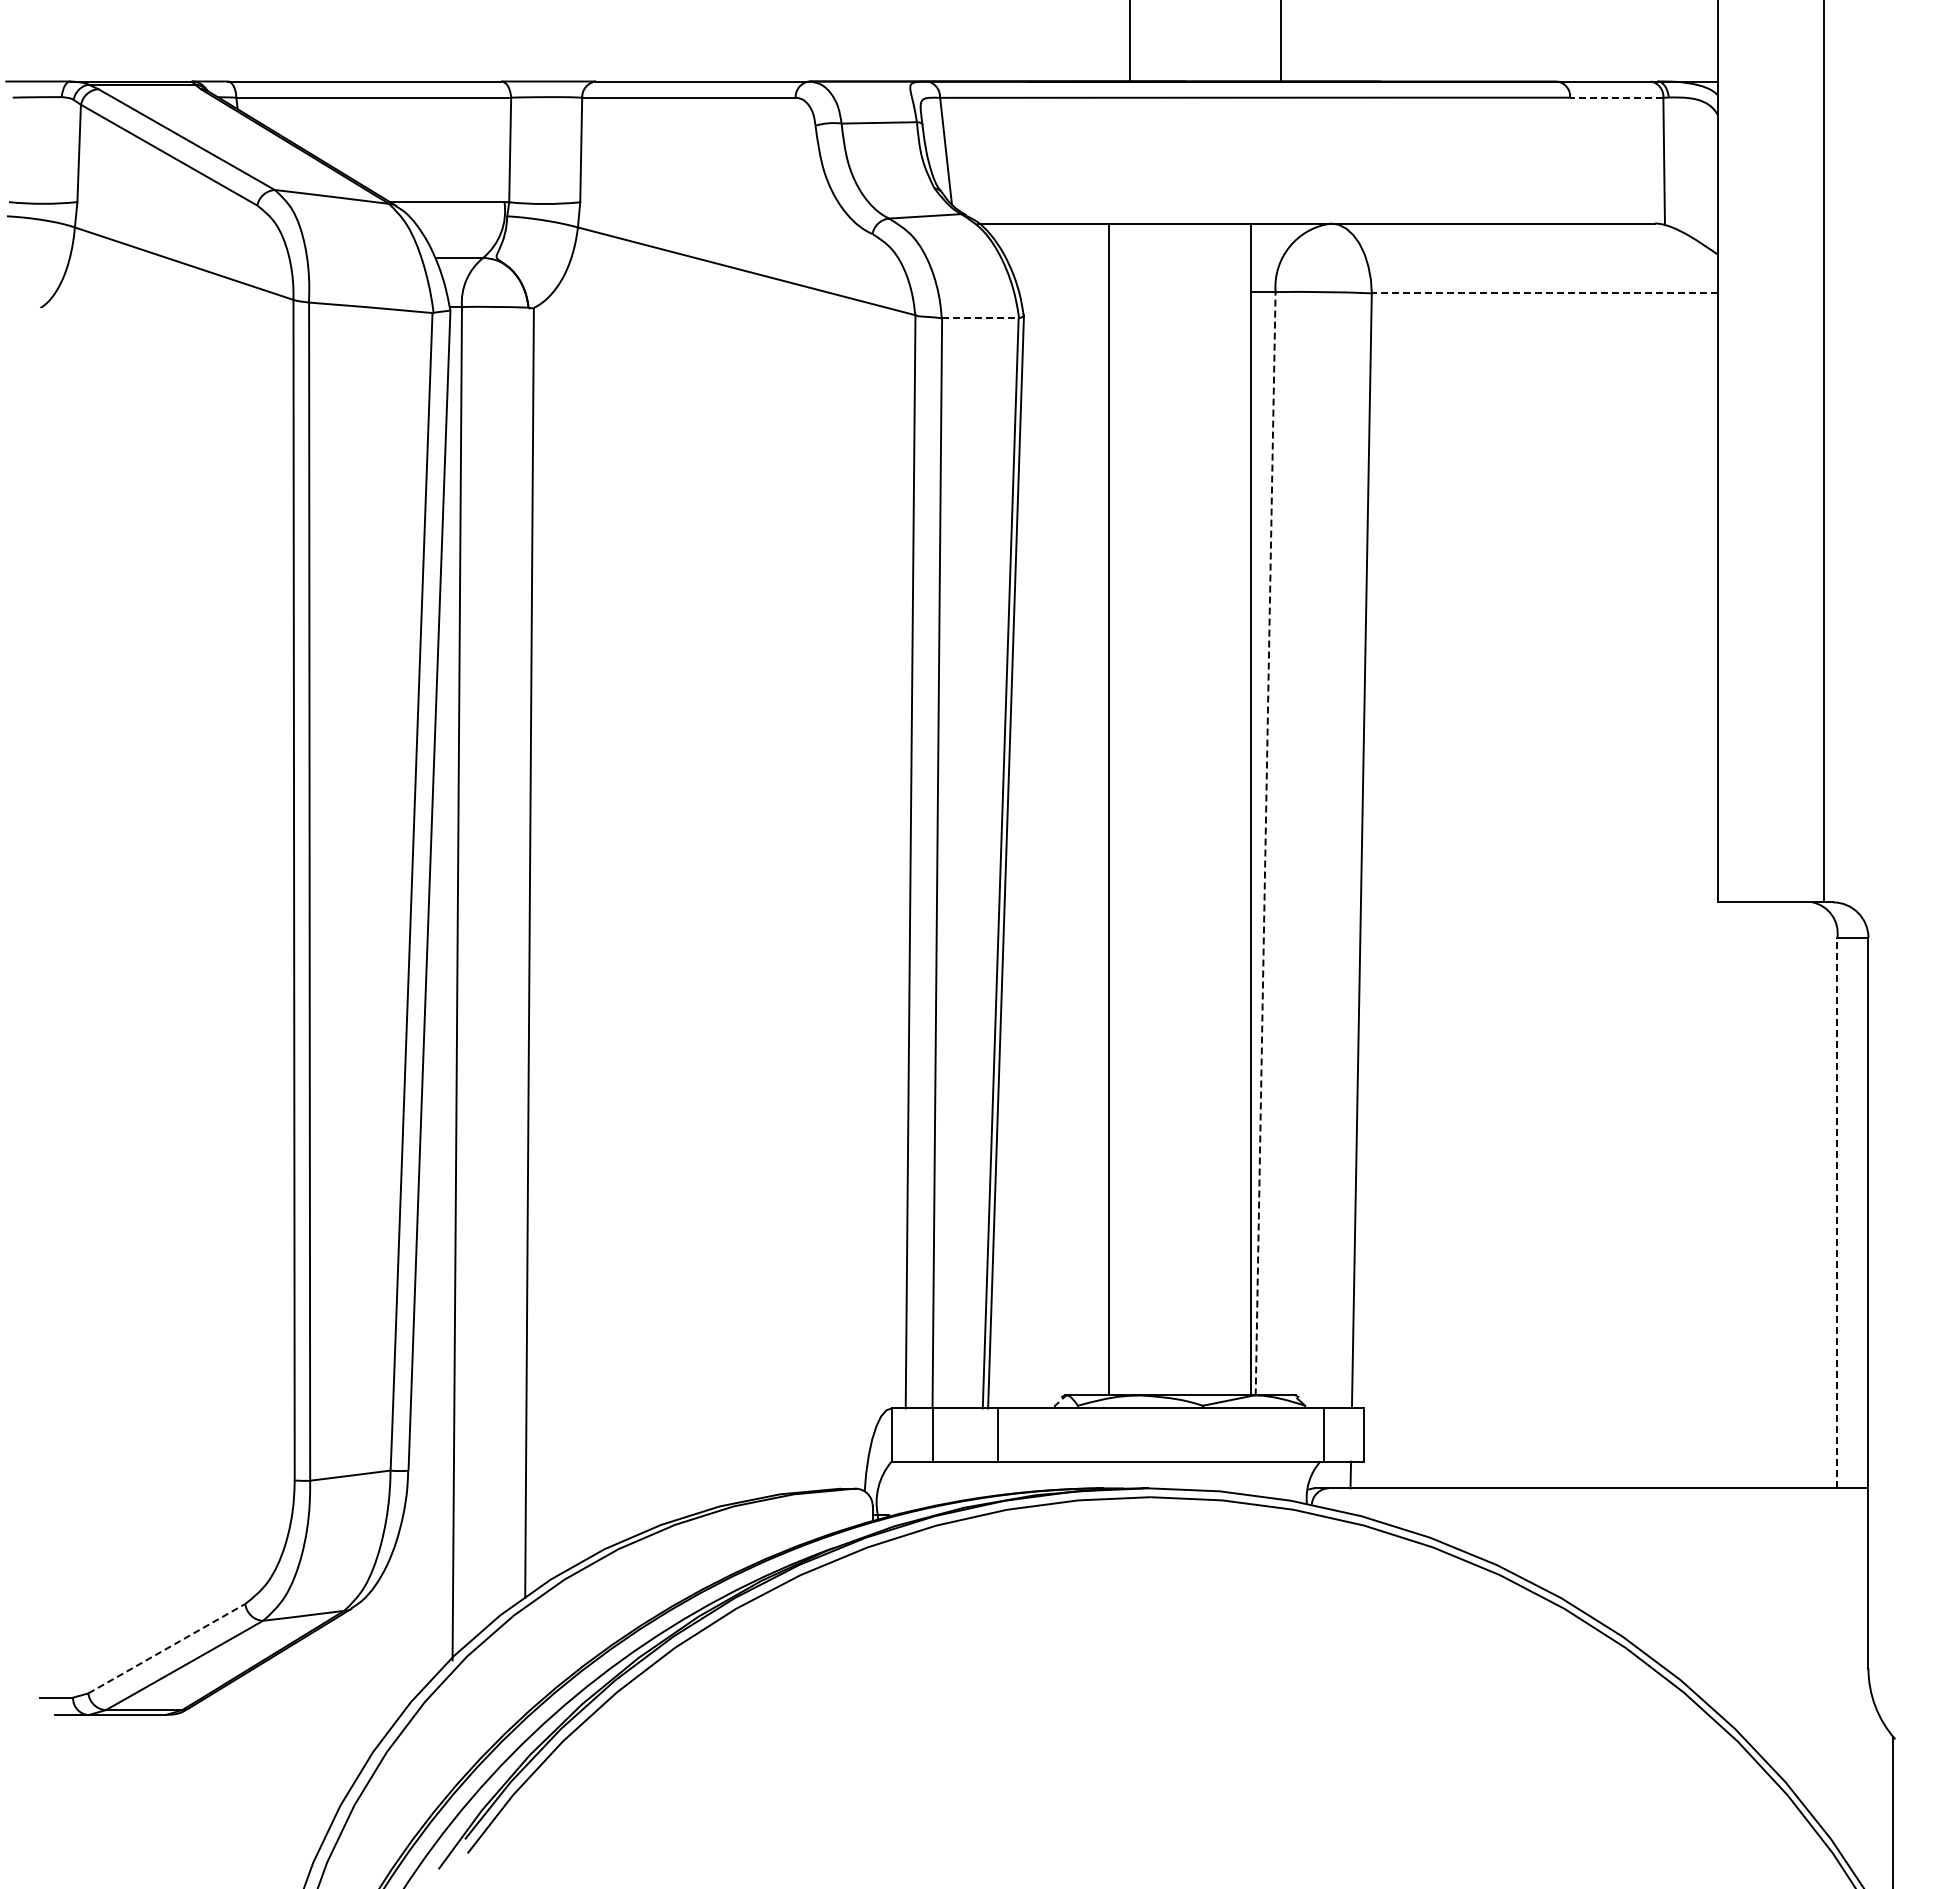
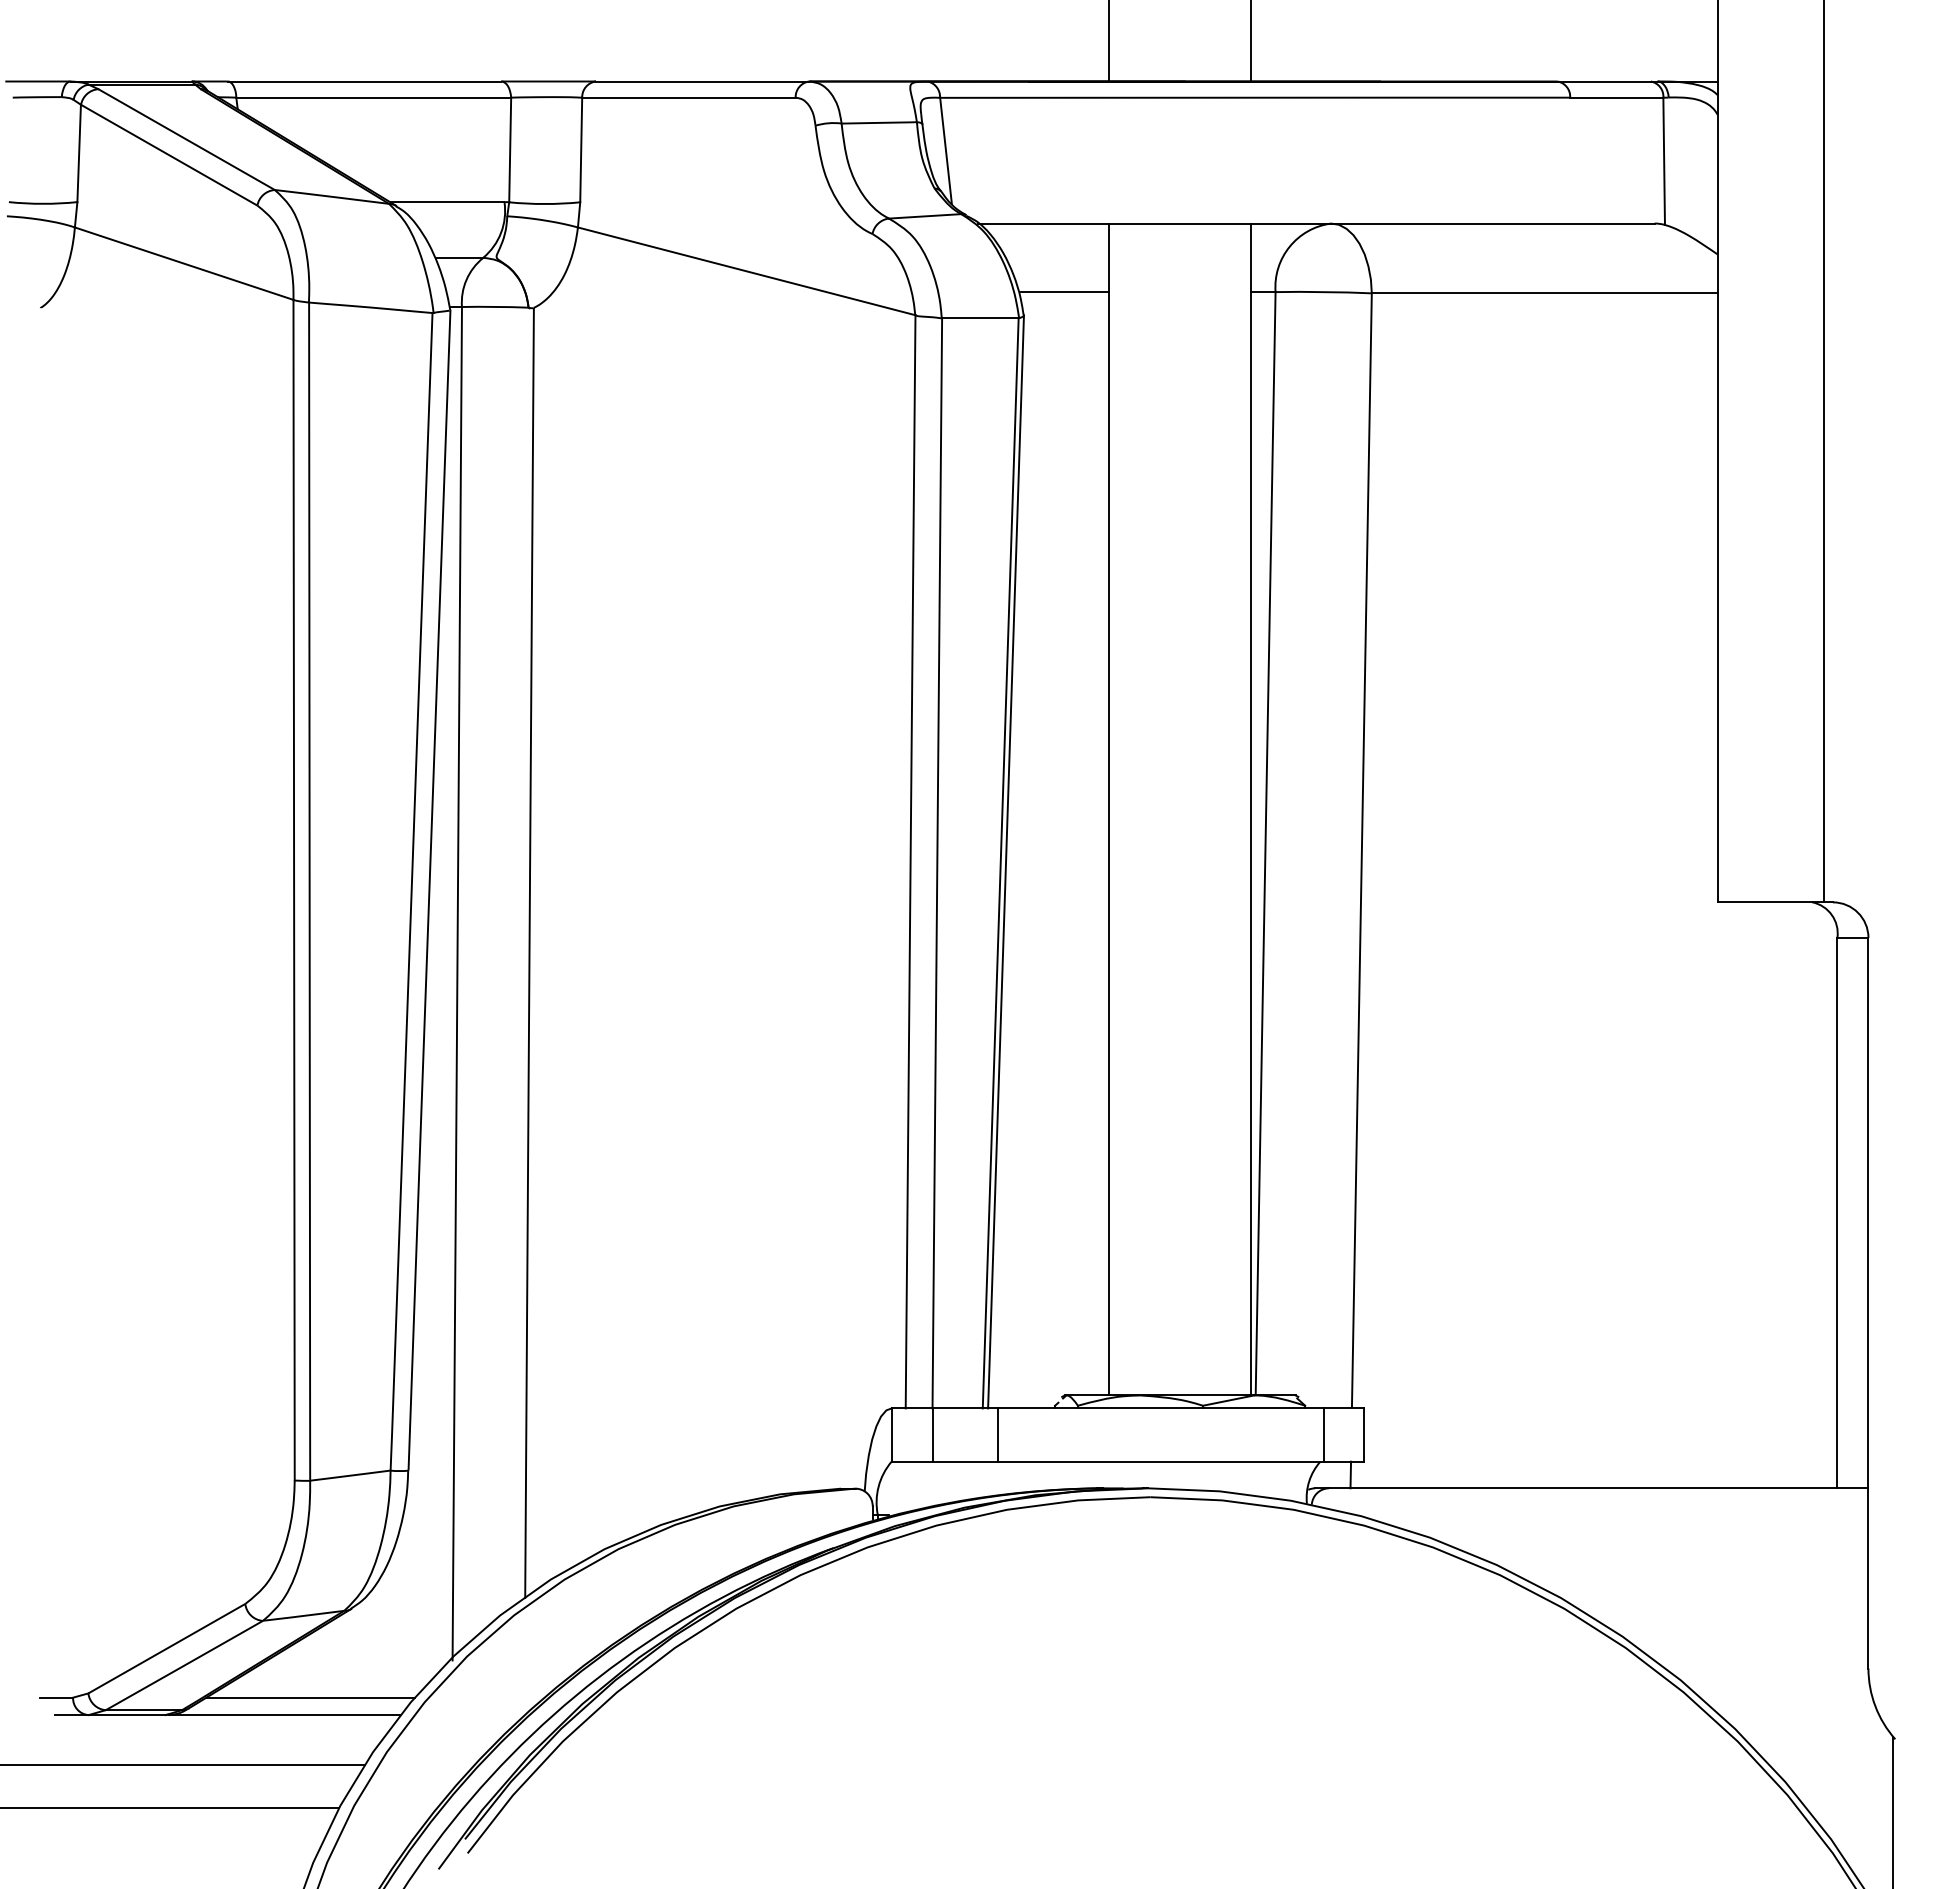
line at (1130, 41) position: (1130, 41) -> (1109, 41)
line at (1281, 41) position: (1281, 41) -> (1251, 41)
line at (1616, 97): dashed -> solid
line at (1064, 292): none -> present
line at (1544, 293): dashed -> solid
line at (980, 318): dashed -> solid
line at (1265, 844): dashed -> solid
line at (1837, 1212): dashed -> solid
line at (166, 1648): dashed -> solid
line at (310, 1697): none -> present
line at (284, 1715): none -> present
line at (183, 1764): none -> present
line at (170, 1807): none -> present
